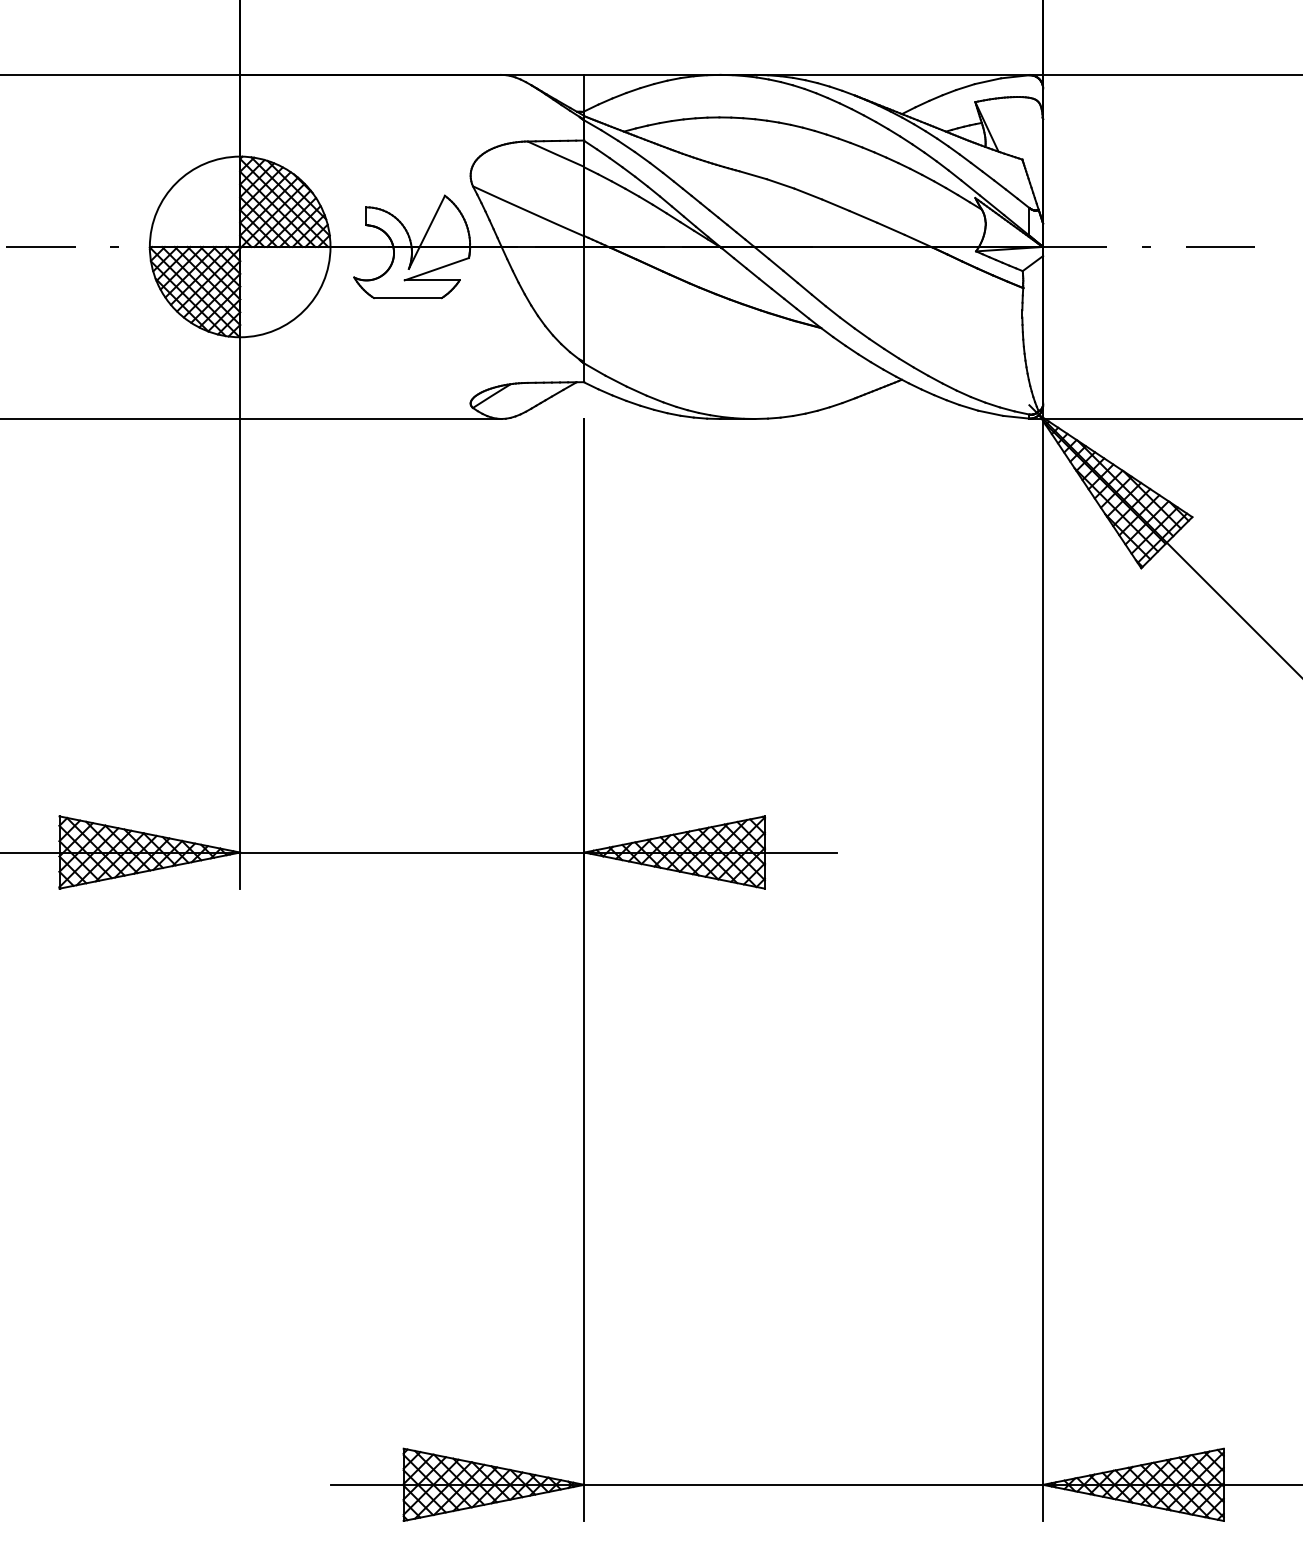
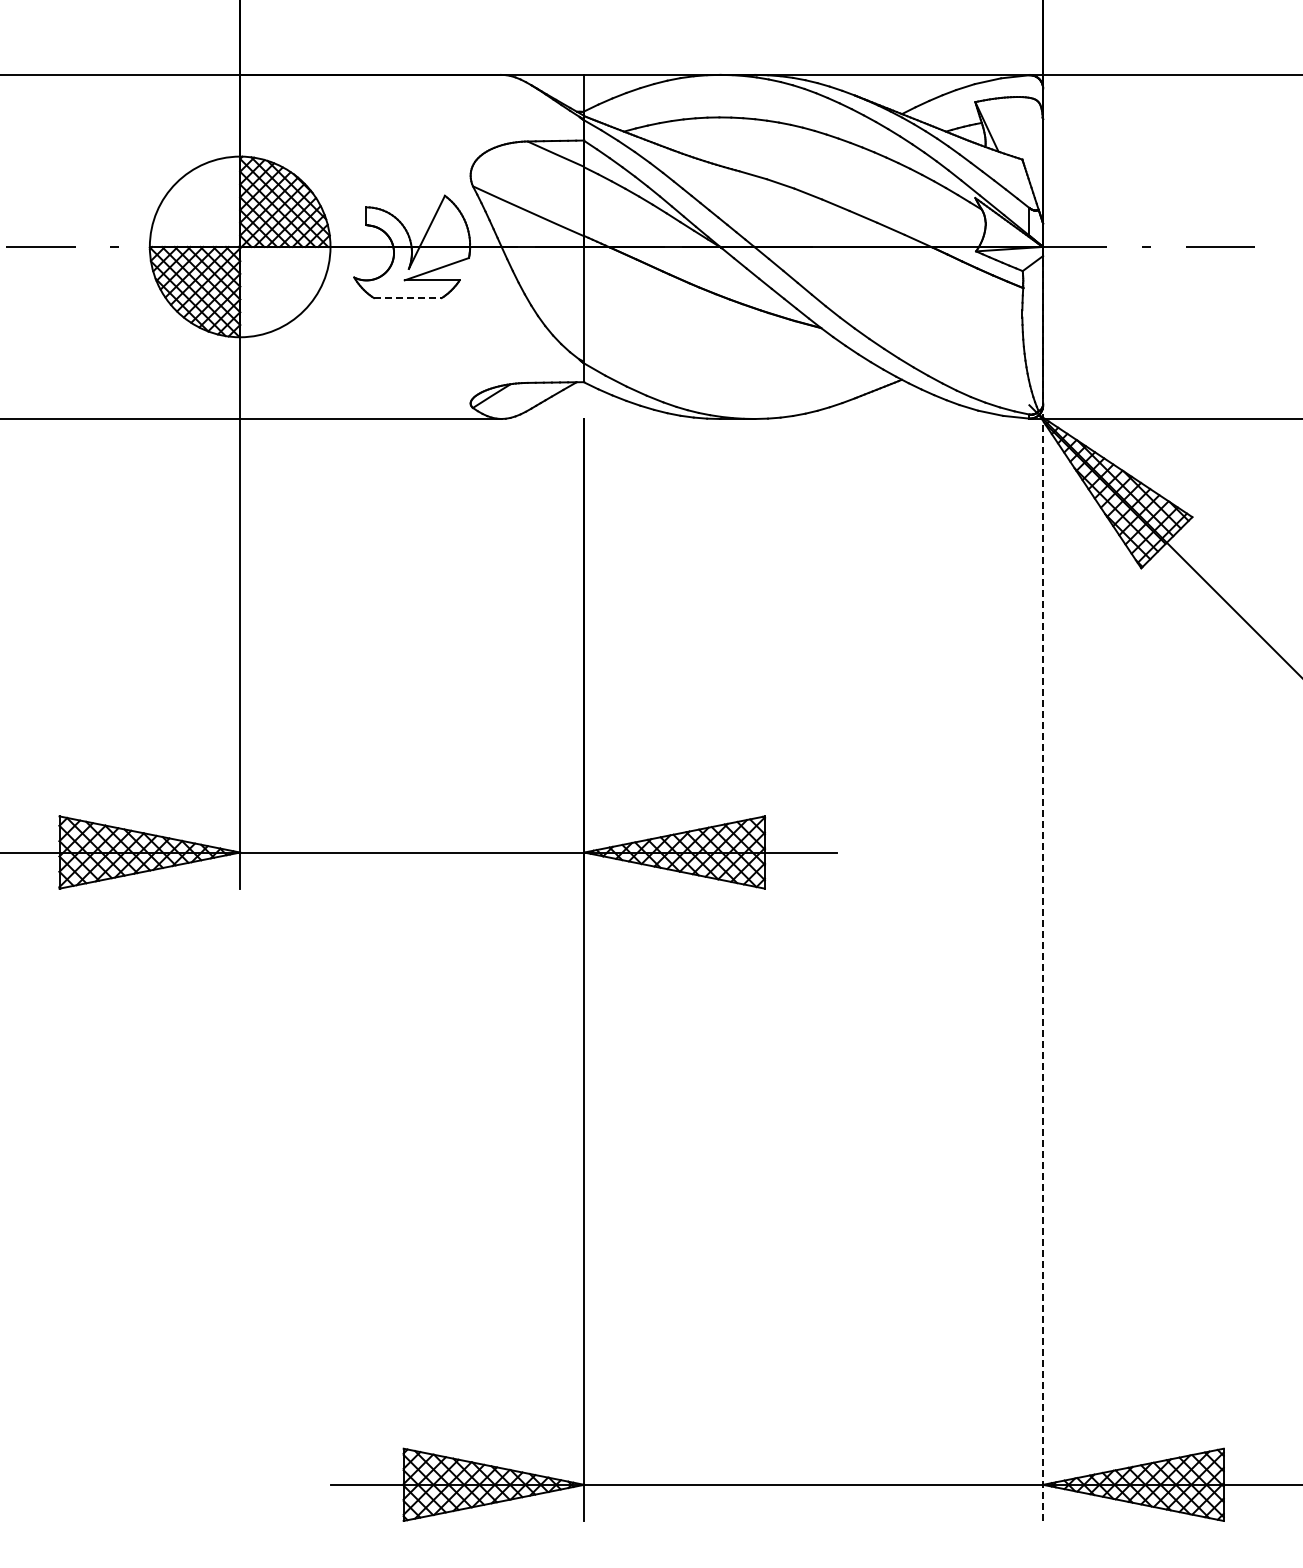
line at (407, 298): solid -> dashed
line at (1043, 883): solid -> dashed
